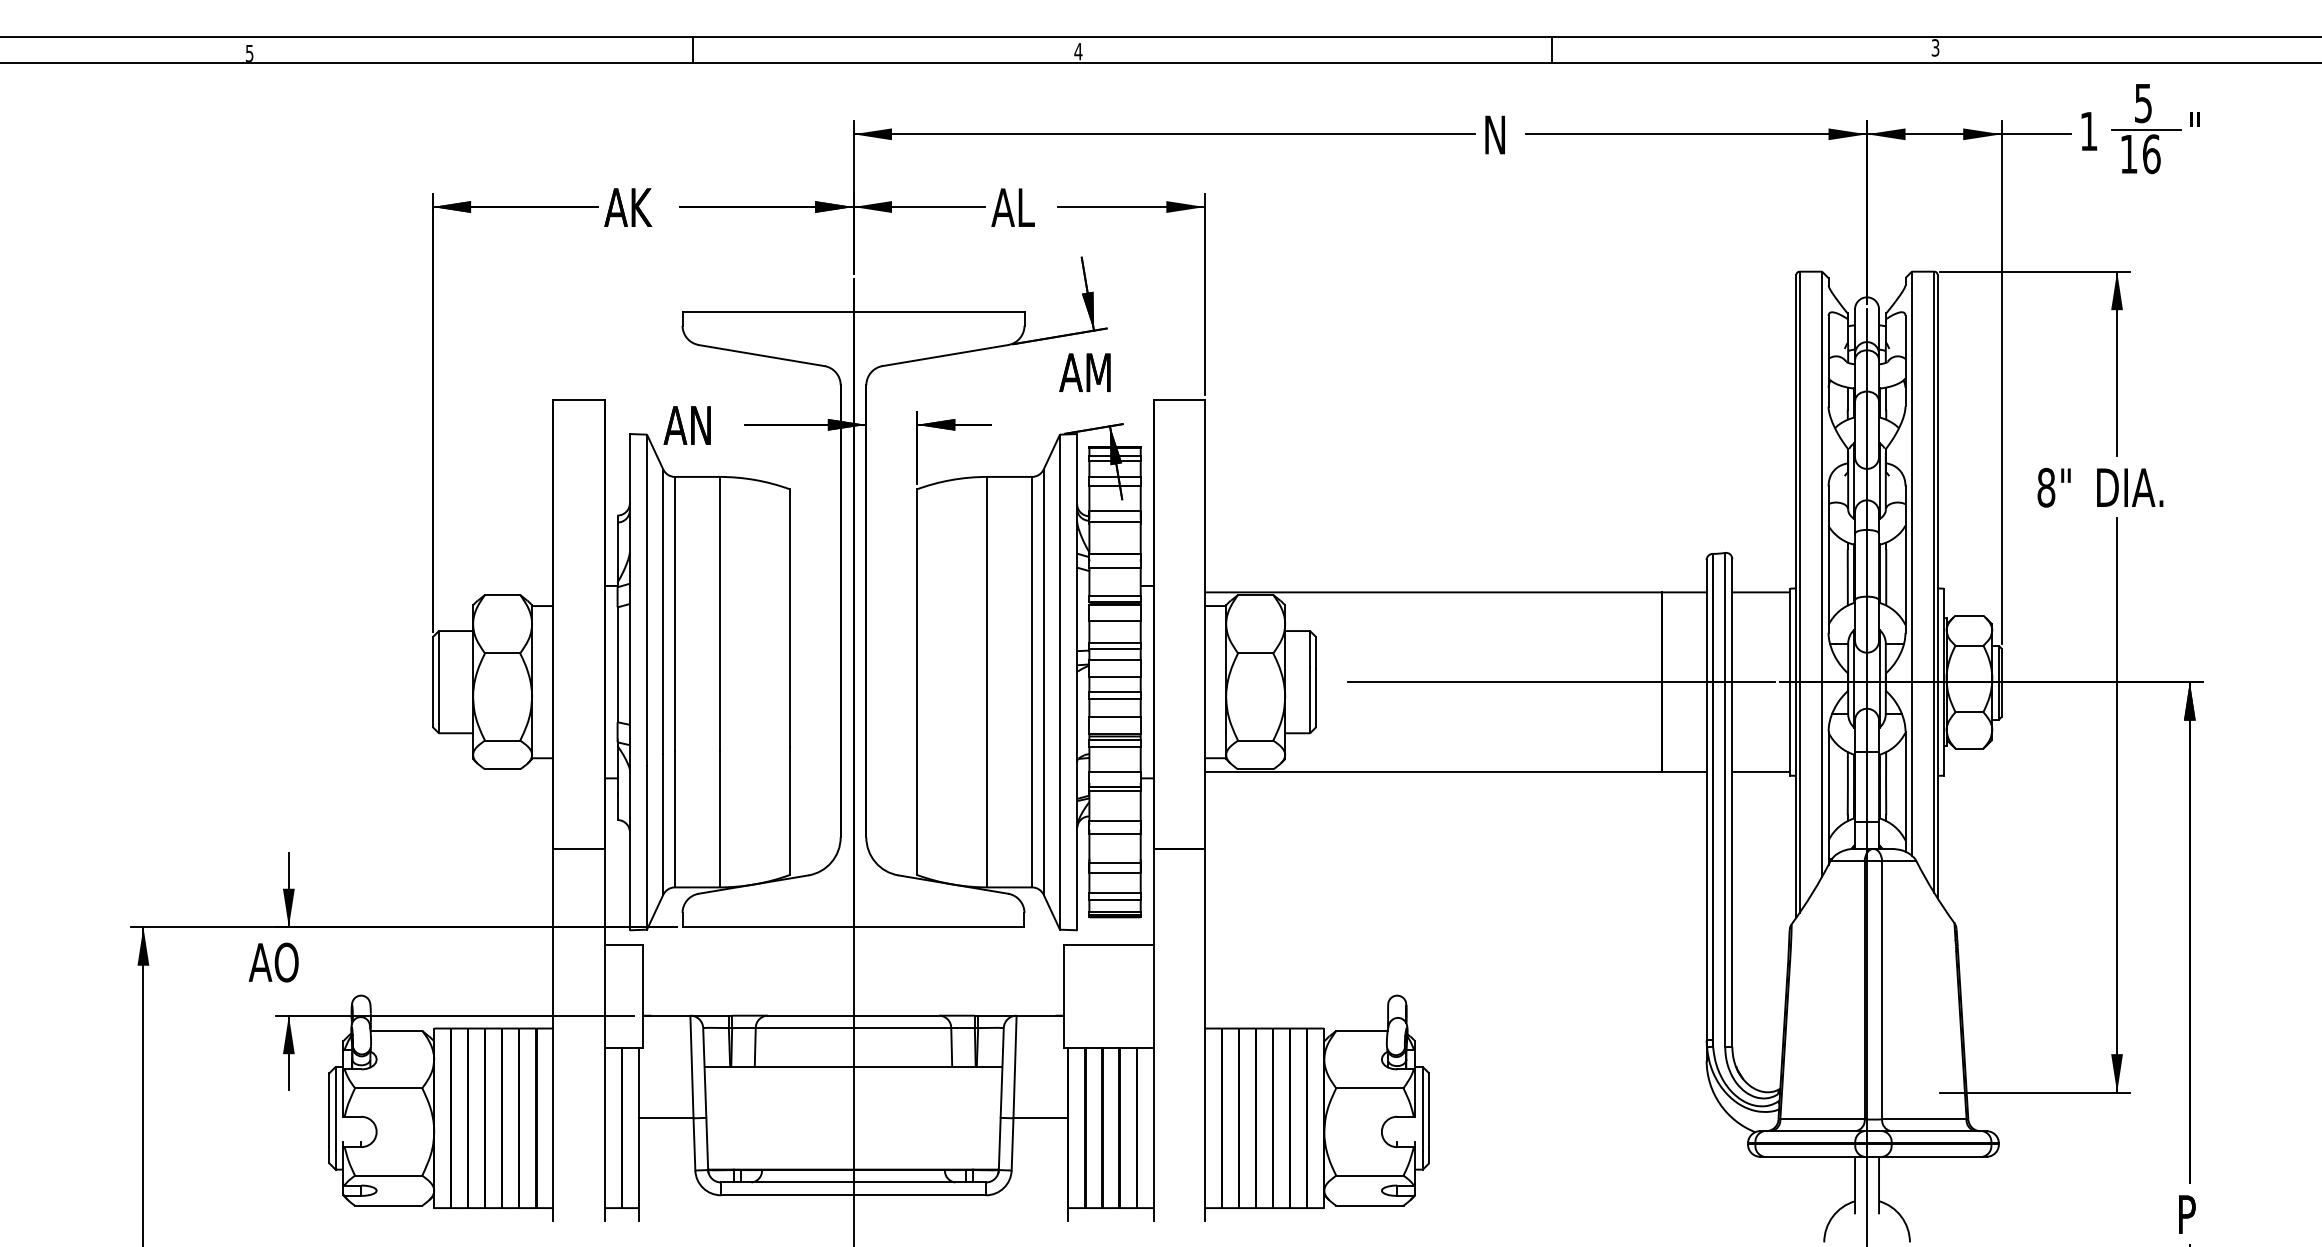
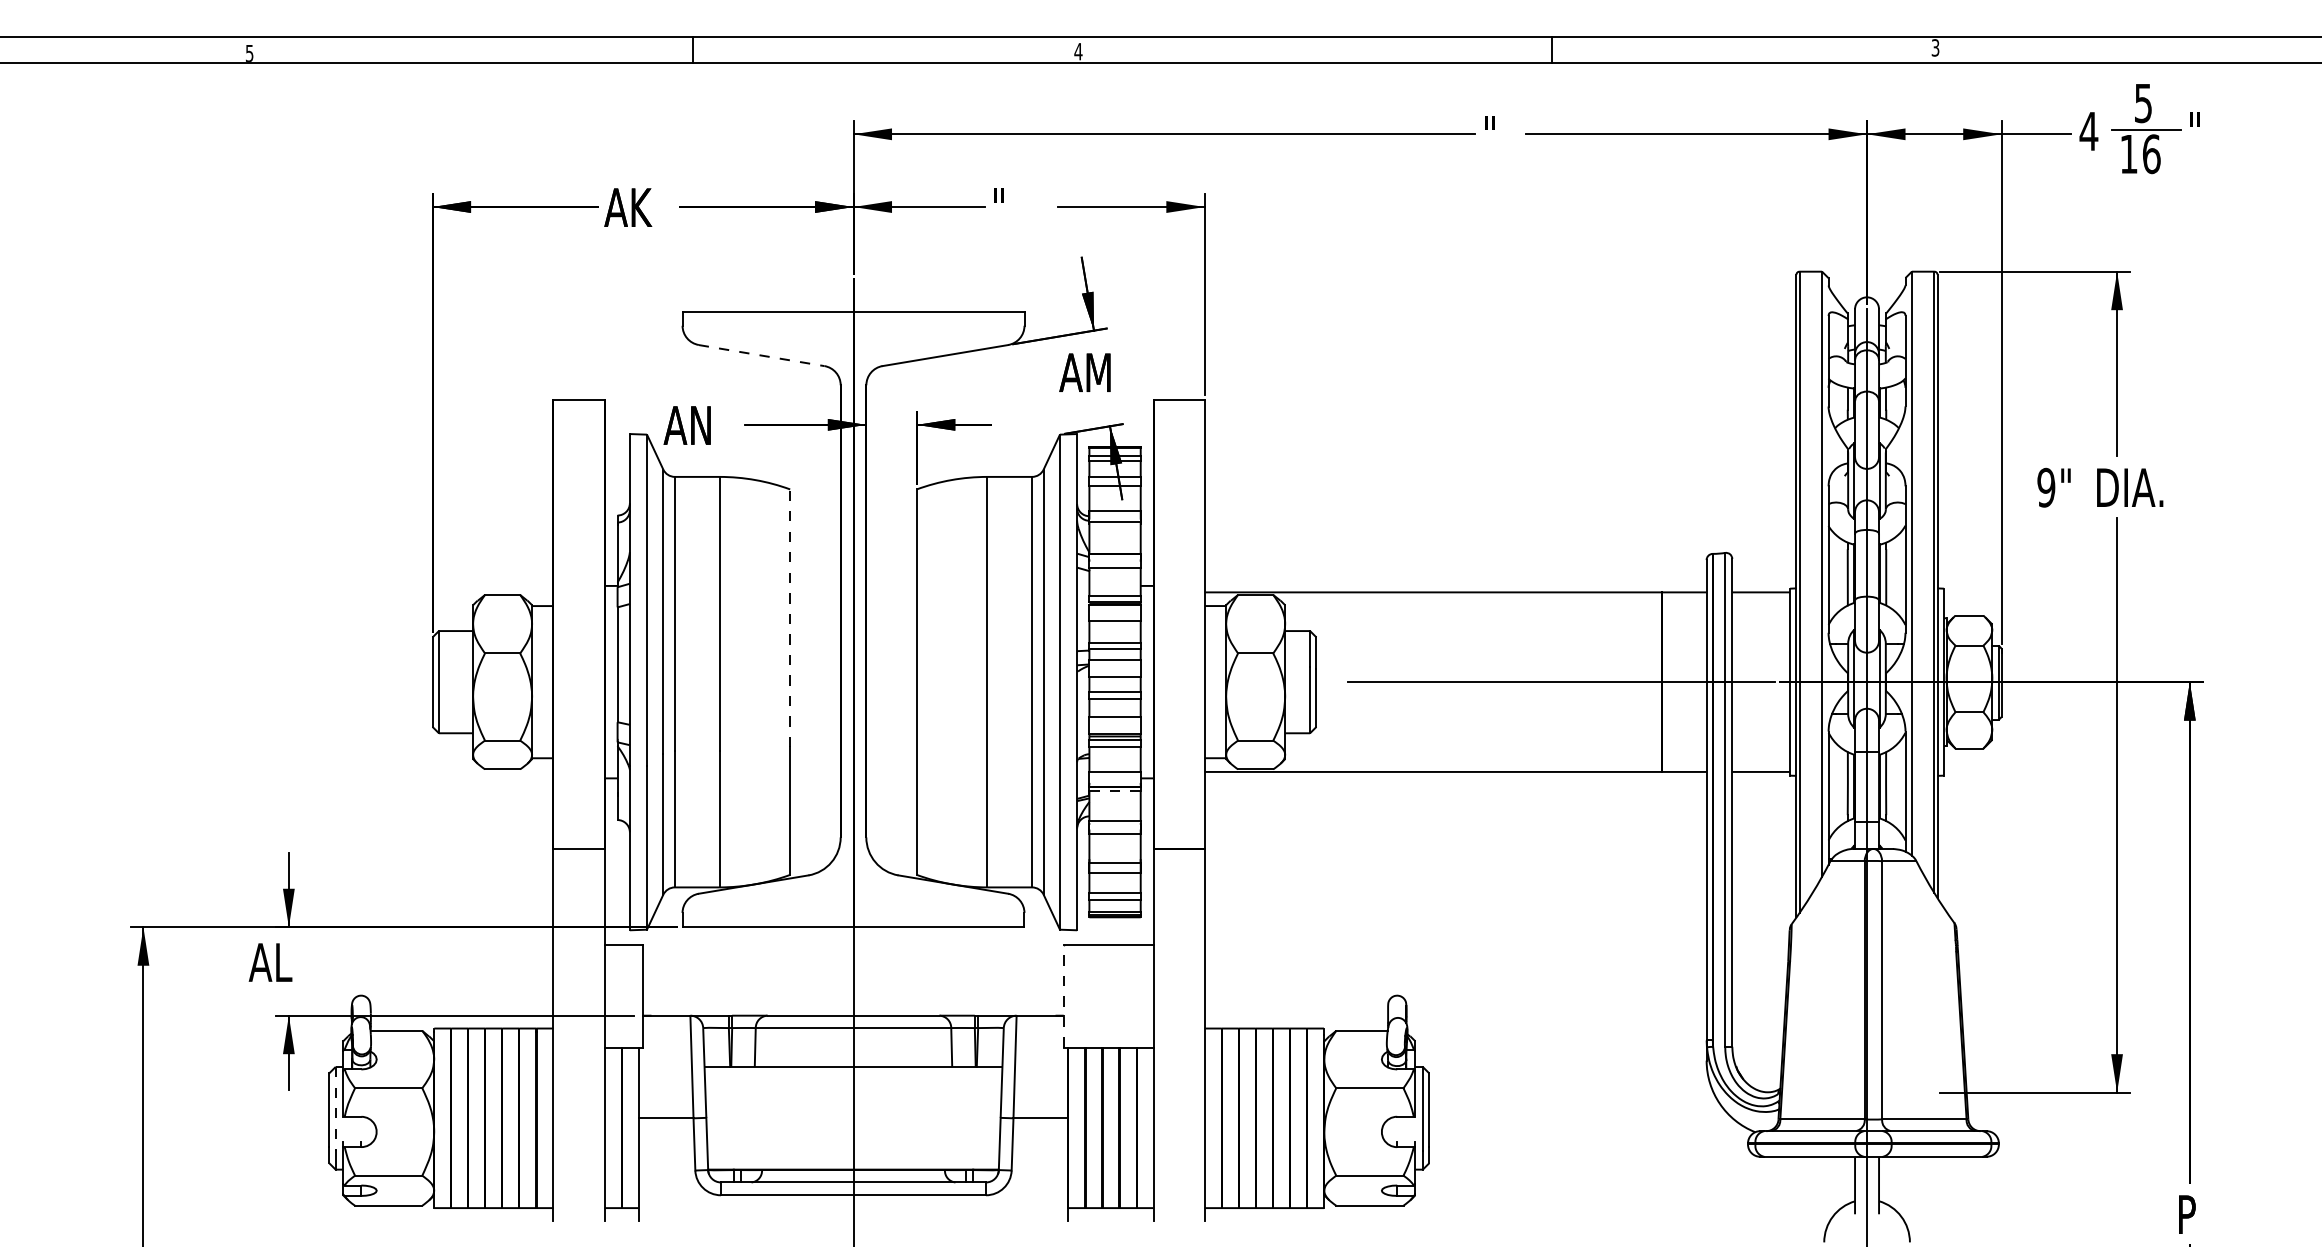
text at (2088, 131): 1 -> 4
text at (1494, 134): N -> "
text at (1012, 207): AL -> "
line at (761, 355): solid -> dashed
text at (2046, 487): 8" -> 9"
line at (790, 618): solid -> dashed
line at (1115, 791): solid -> dashed
text at (286, 962): AO -> AL
line at (1063, 995): solid -> dashed
line at (335, 1109): solid -> dashed
